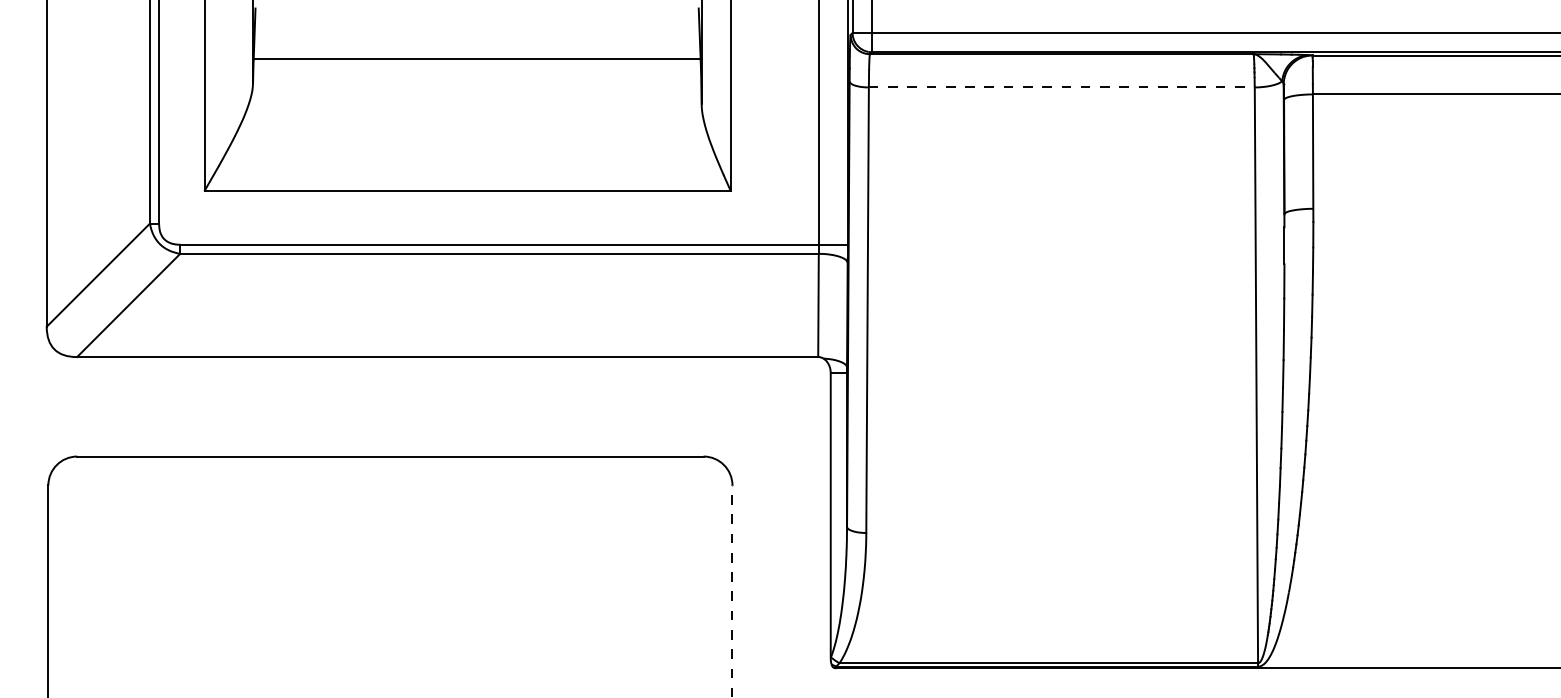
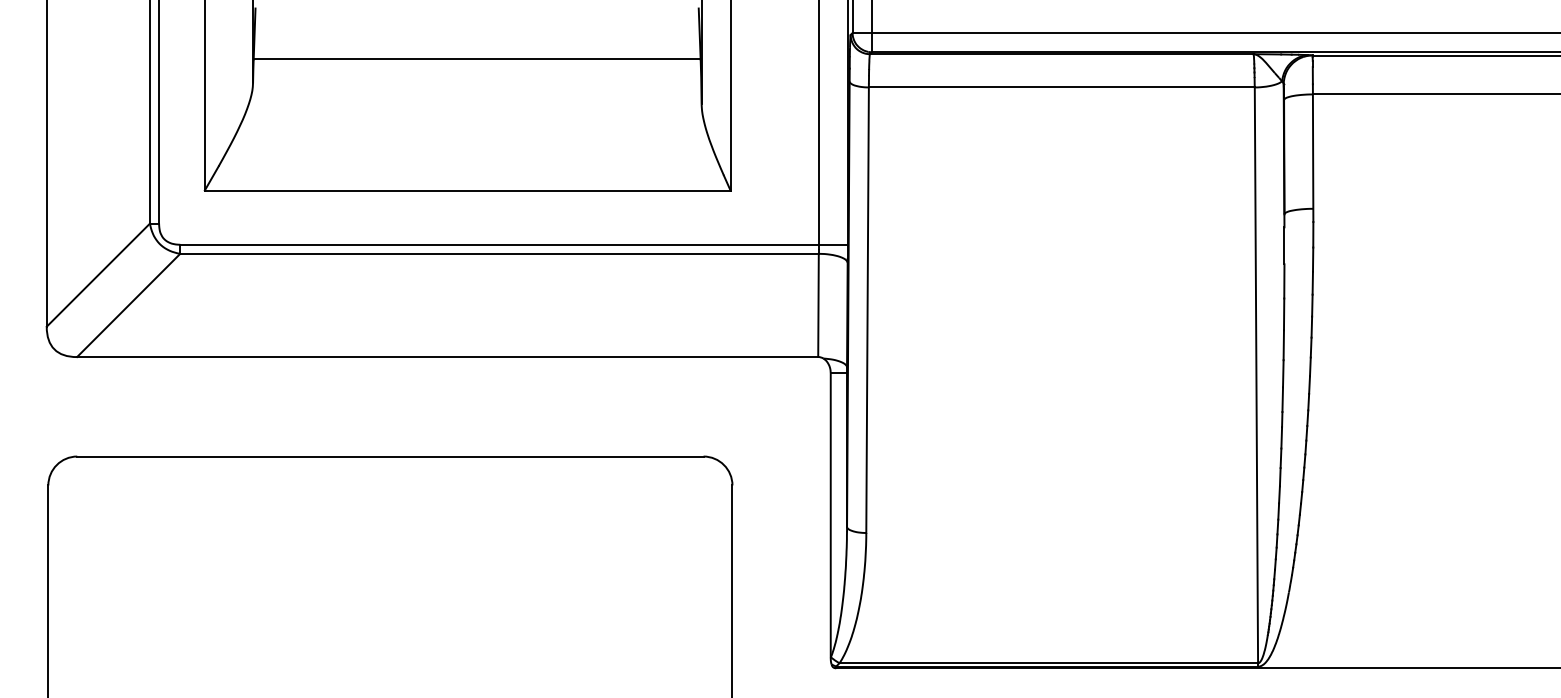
line at (1061, 87): dashed -> solid
line at (732, 591): dashed -> solid
